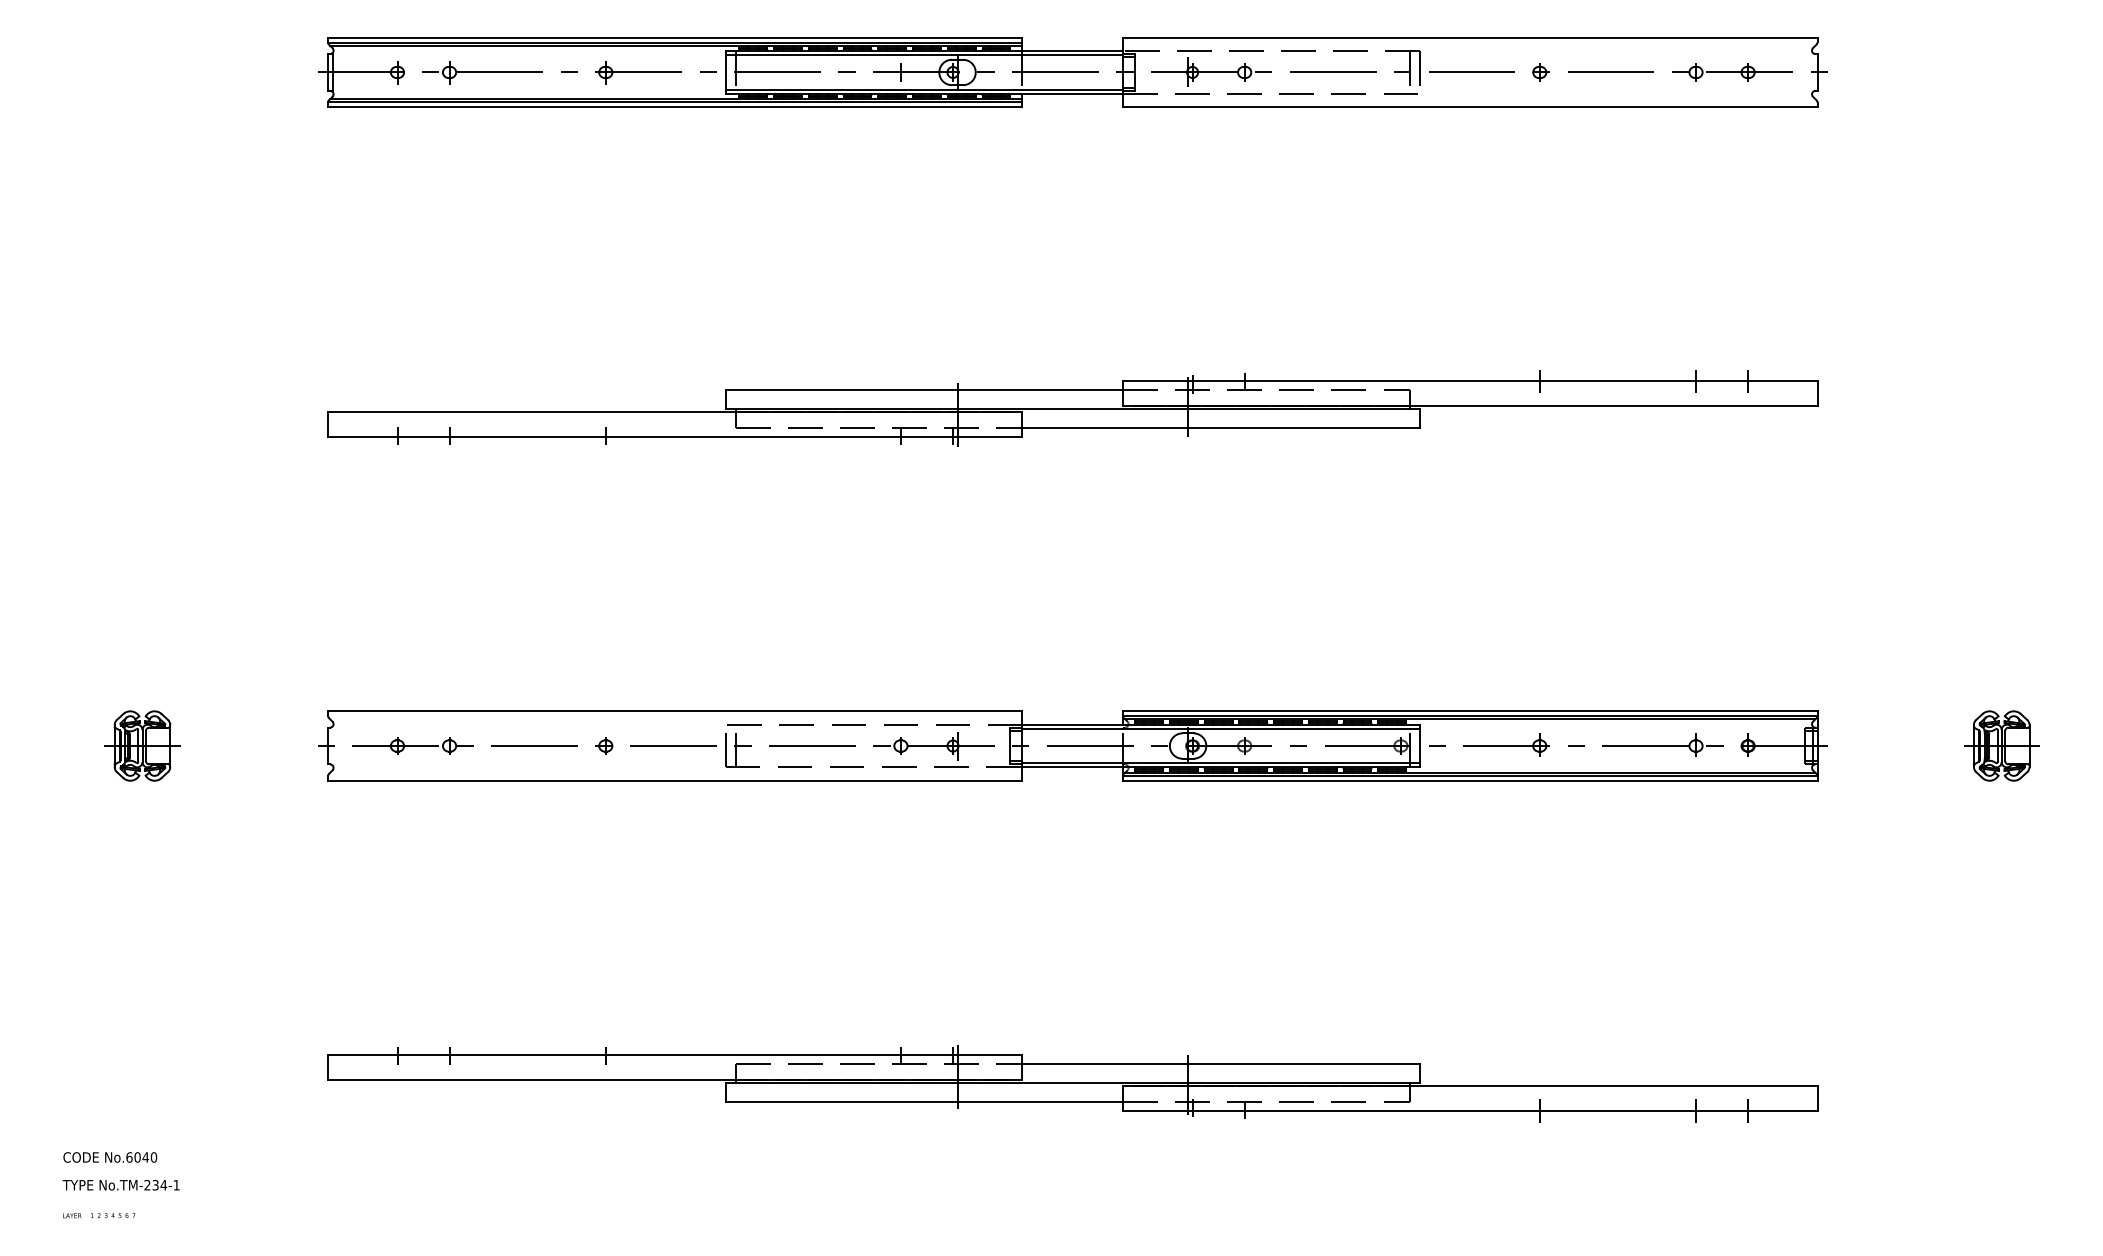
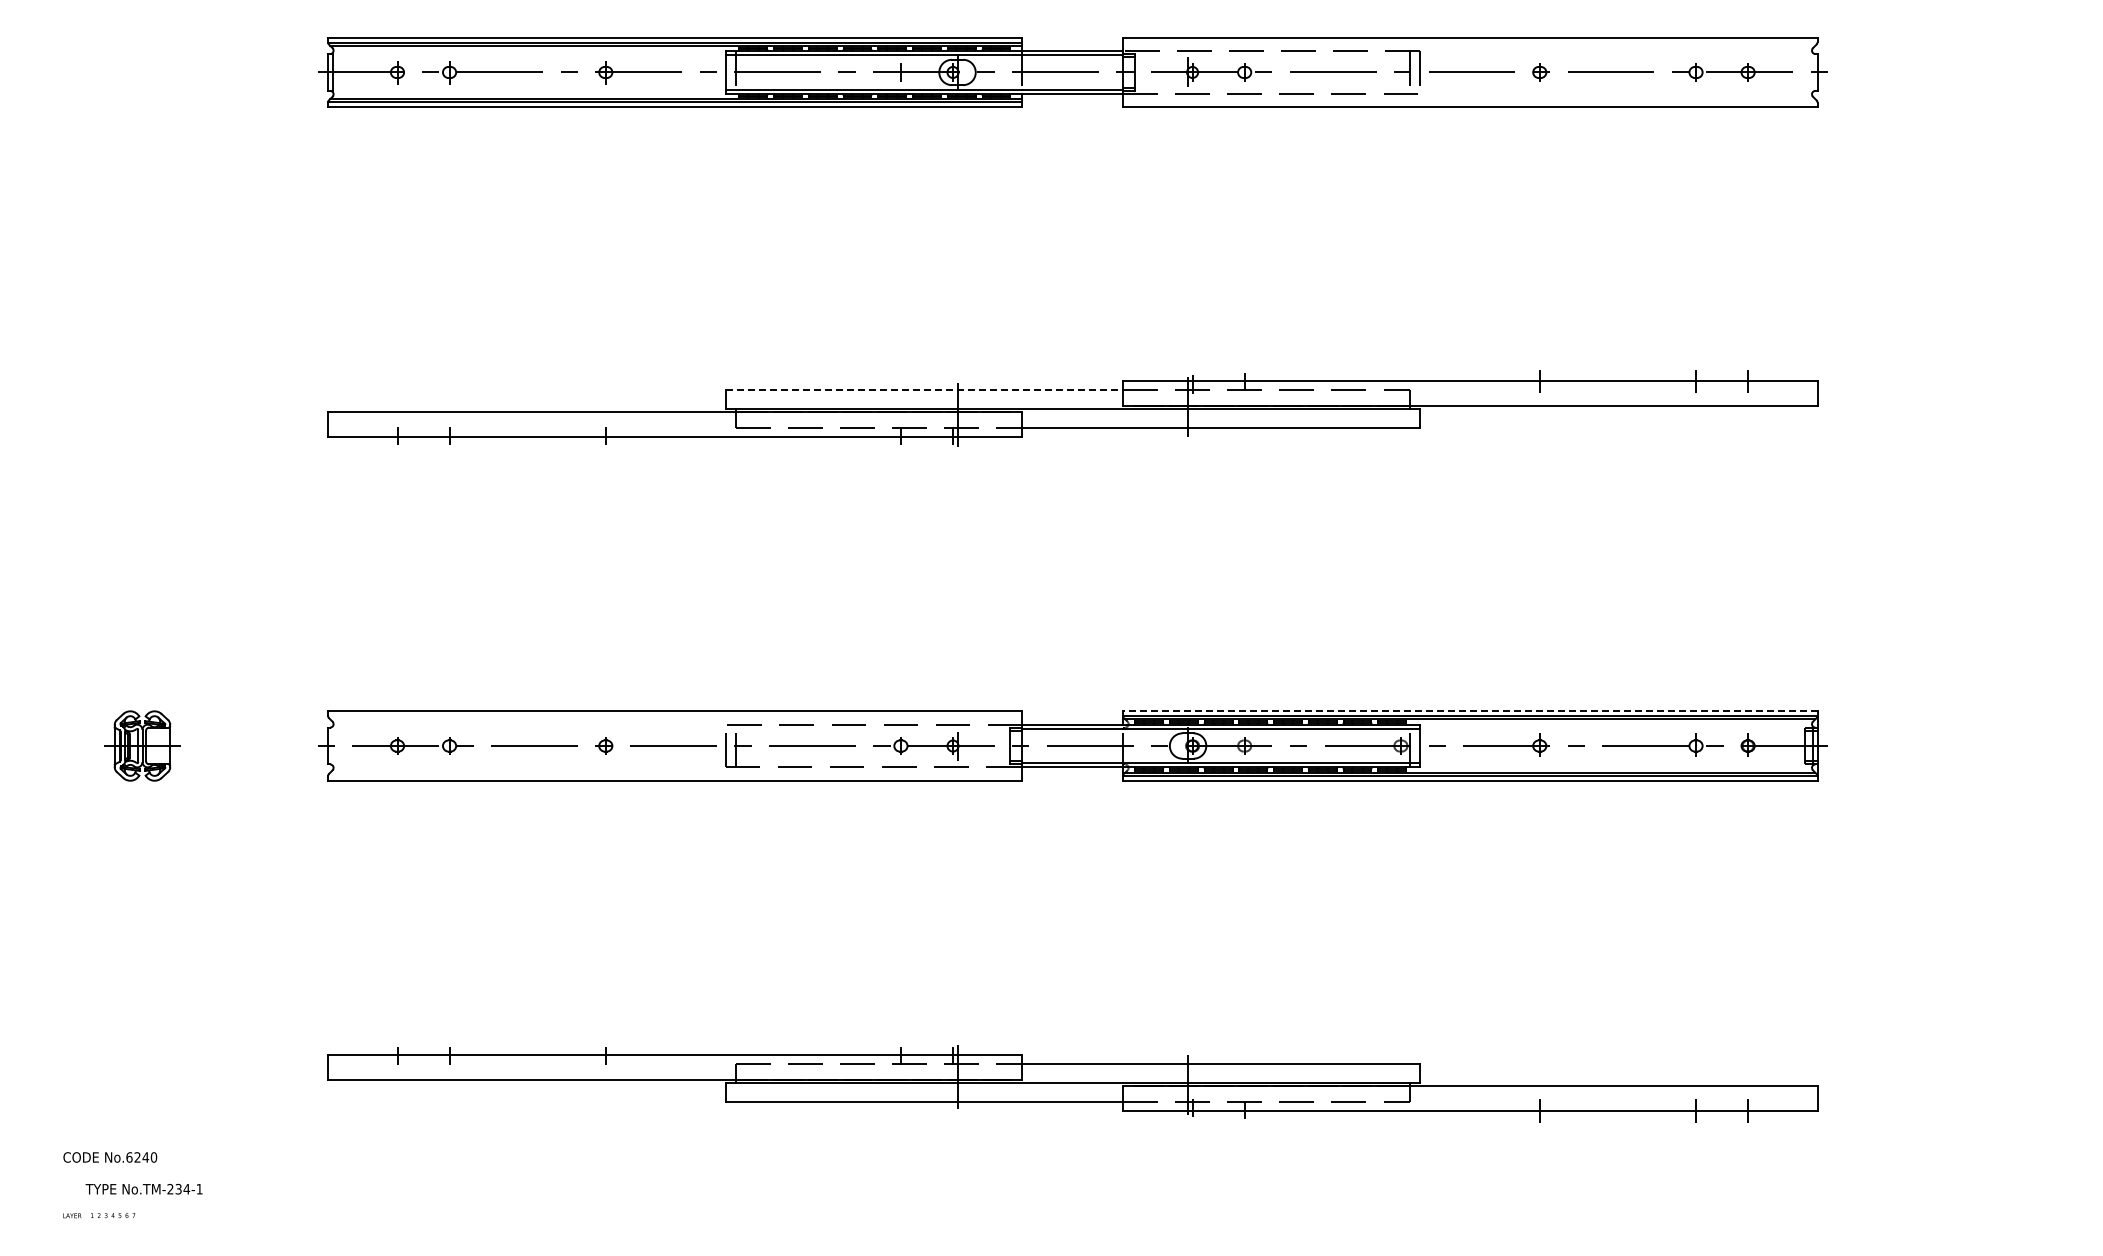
line at (924, 390): solid -> dashed
line at (1469, 711): solid -> dashed
part at (2001, 745): present -> none
text at (137, 1157): No.6040 -> No.6240
text at (120, 1185) position: (120, 1185) -> (143, 1189)
